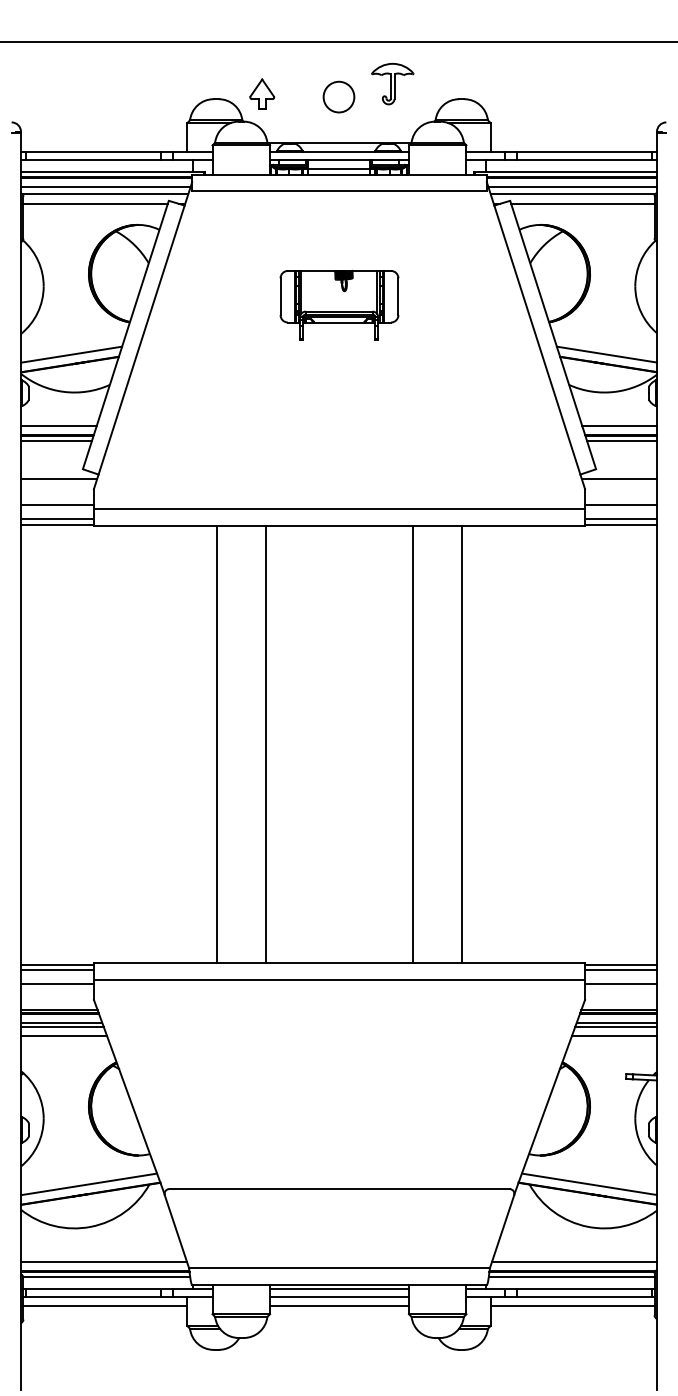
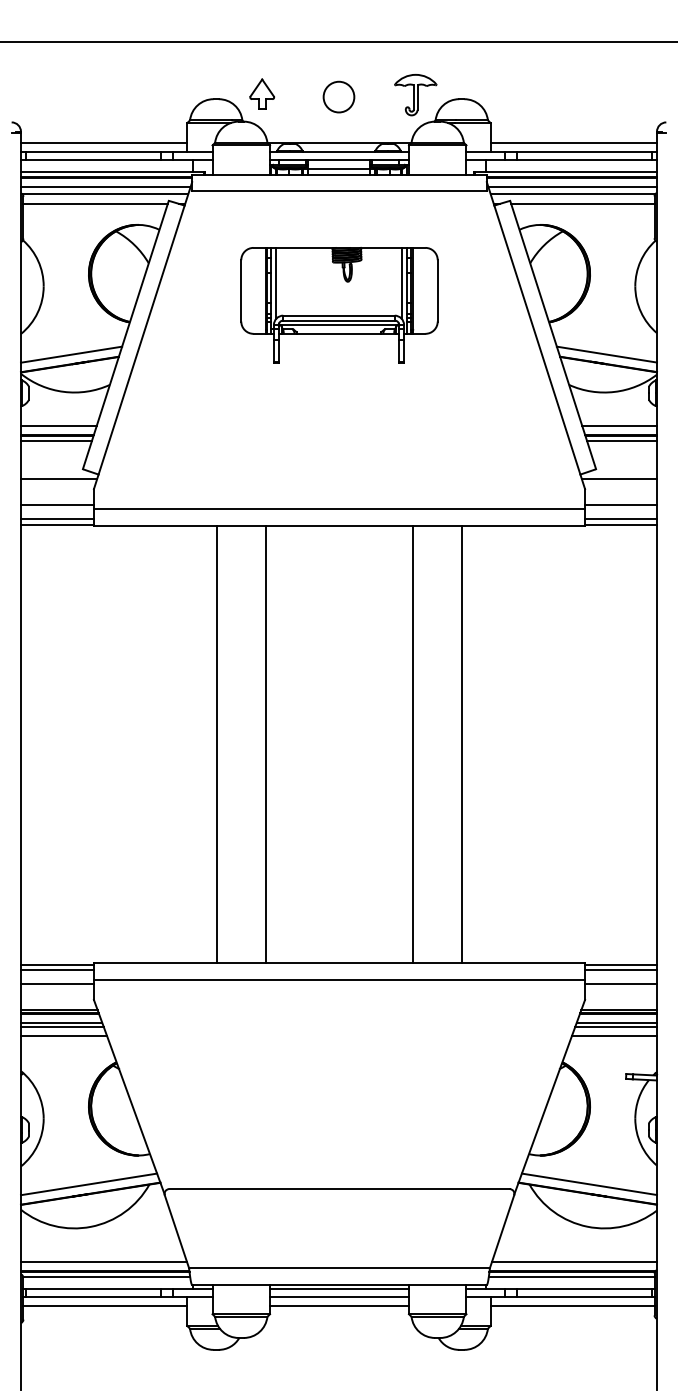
part at (392, 84) position: (392, 84) -> (415, 95)
line at (103, 143): none -> present
line at (573, 143): none -> present
part at (339, 304) size: 121x72 px -> 199x117 px
